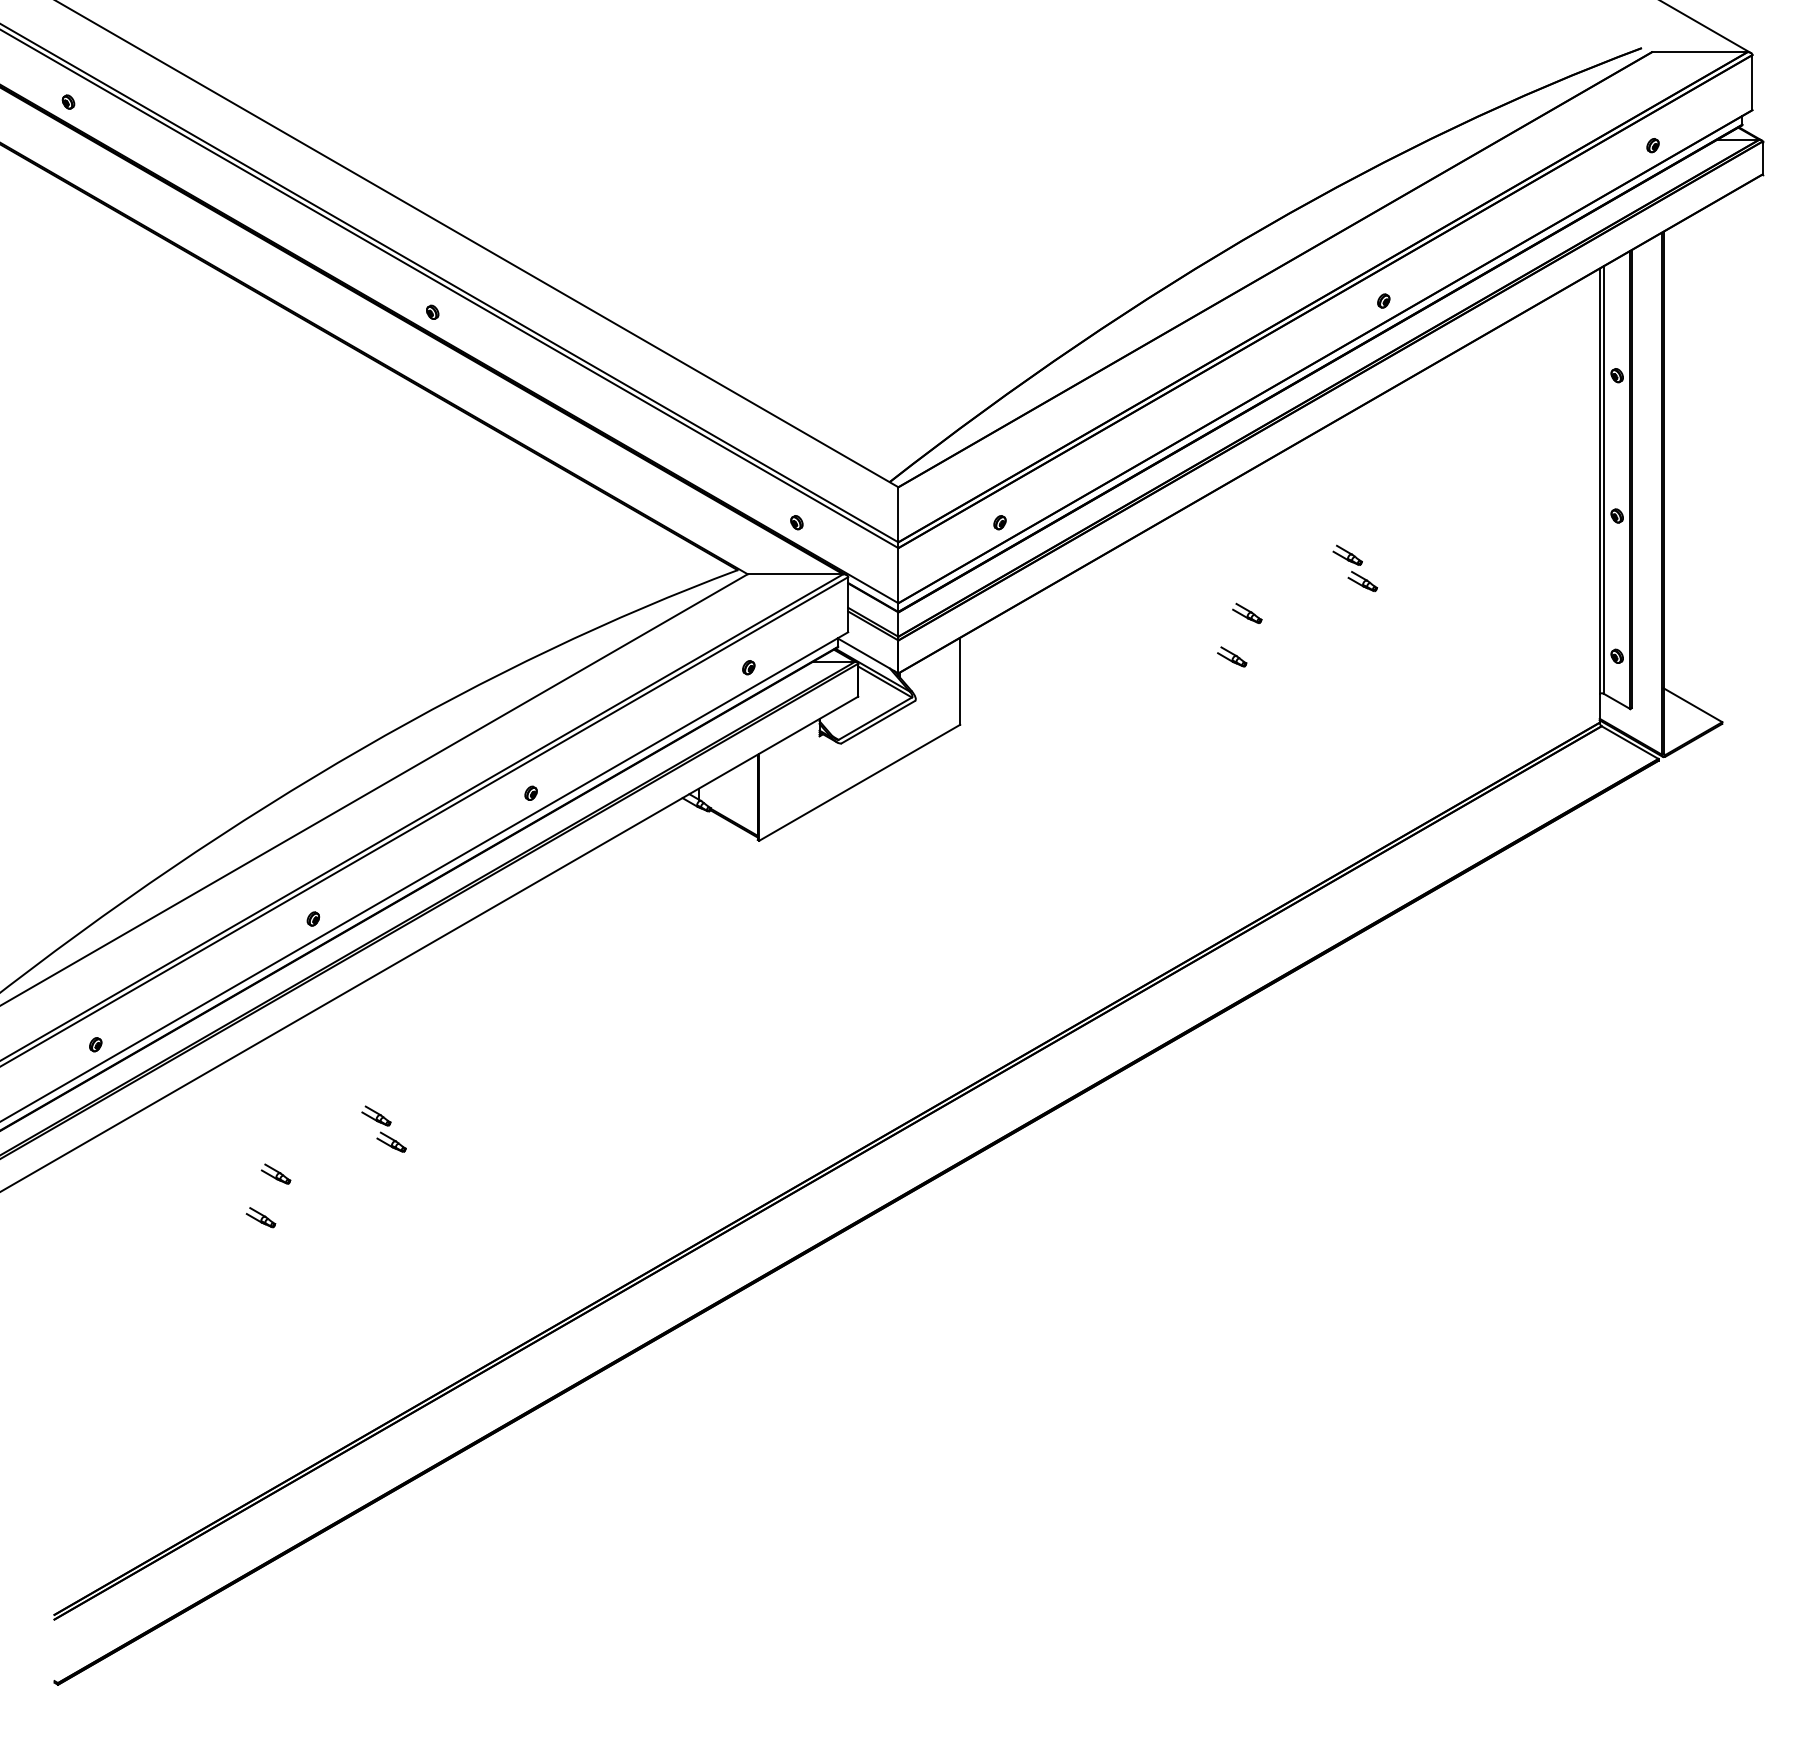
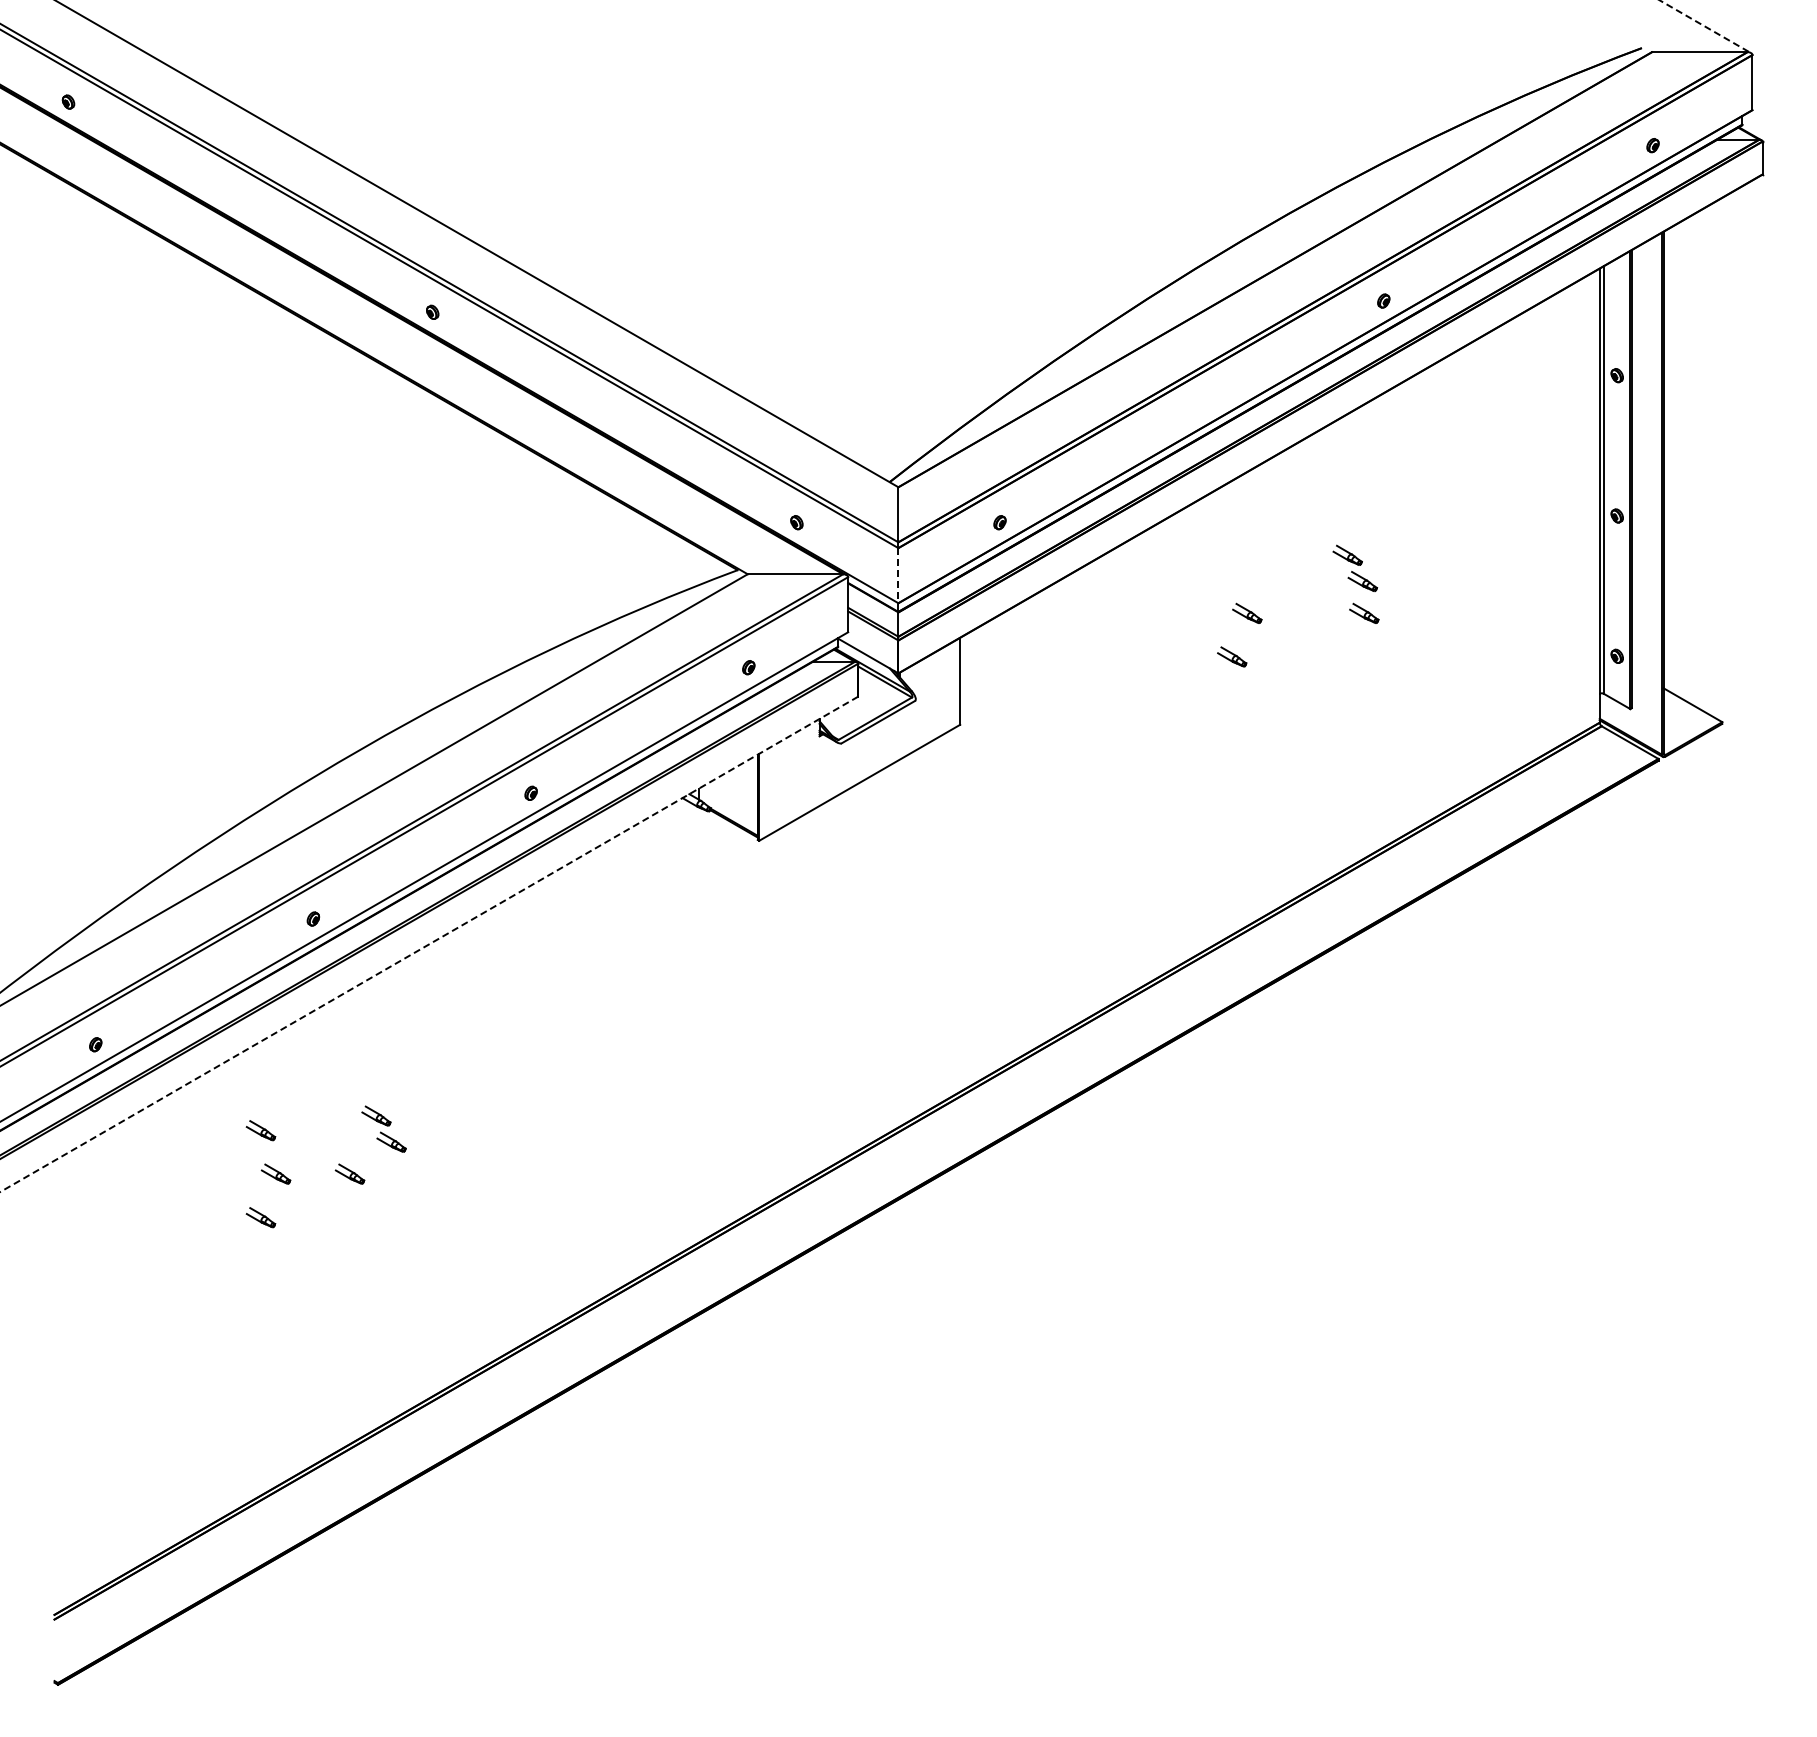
line at (1705, 26): solid -> dashed
line at (898, 575): solid -> dashed
part at (1364, 612): none -> present
line at (428, 944): solid -> dashed
part at (260, 1130): none -> present
part at (349, 1173): none -> present
